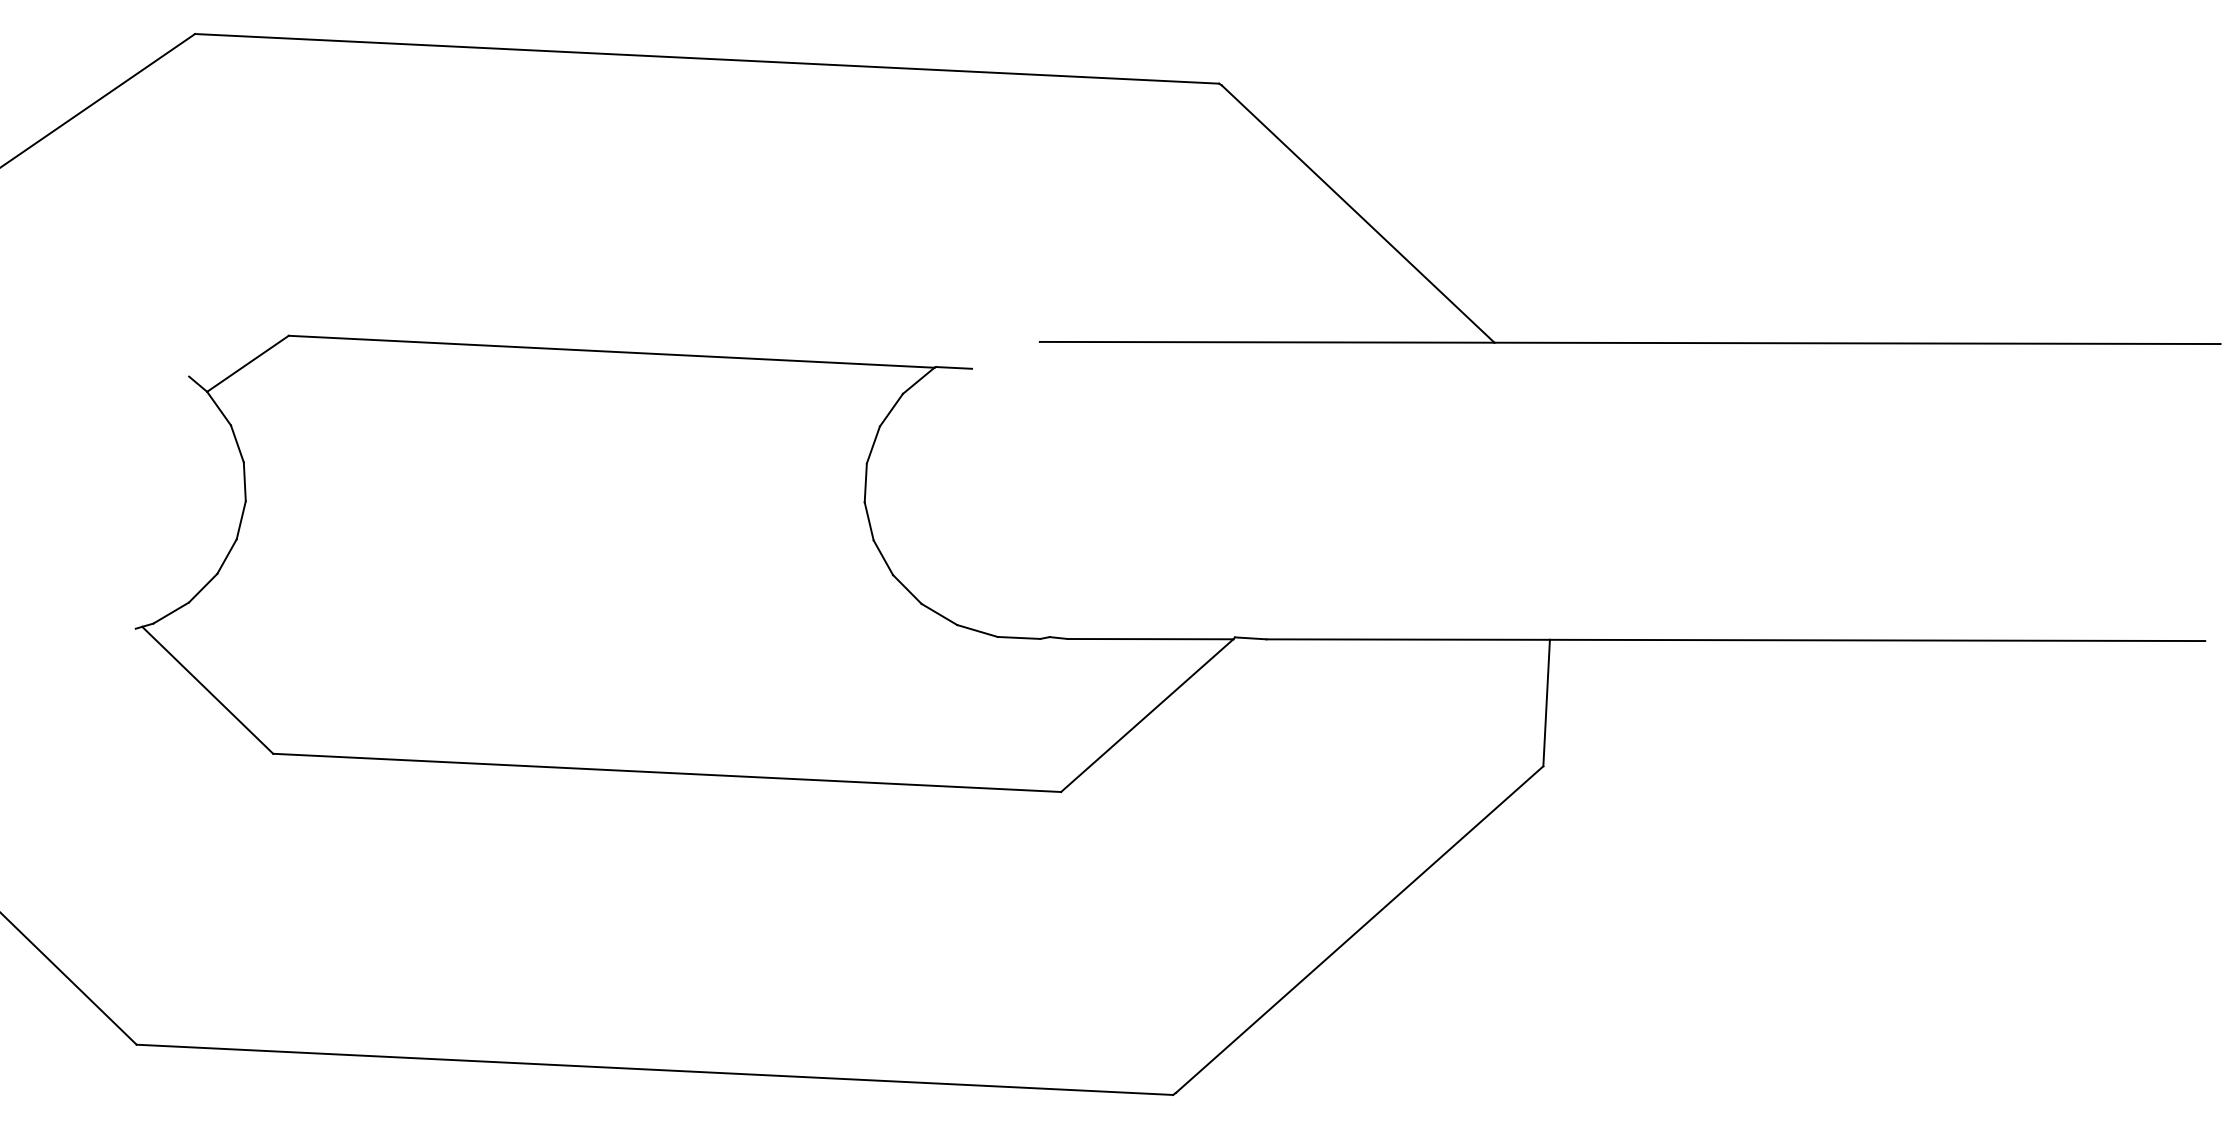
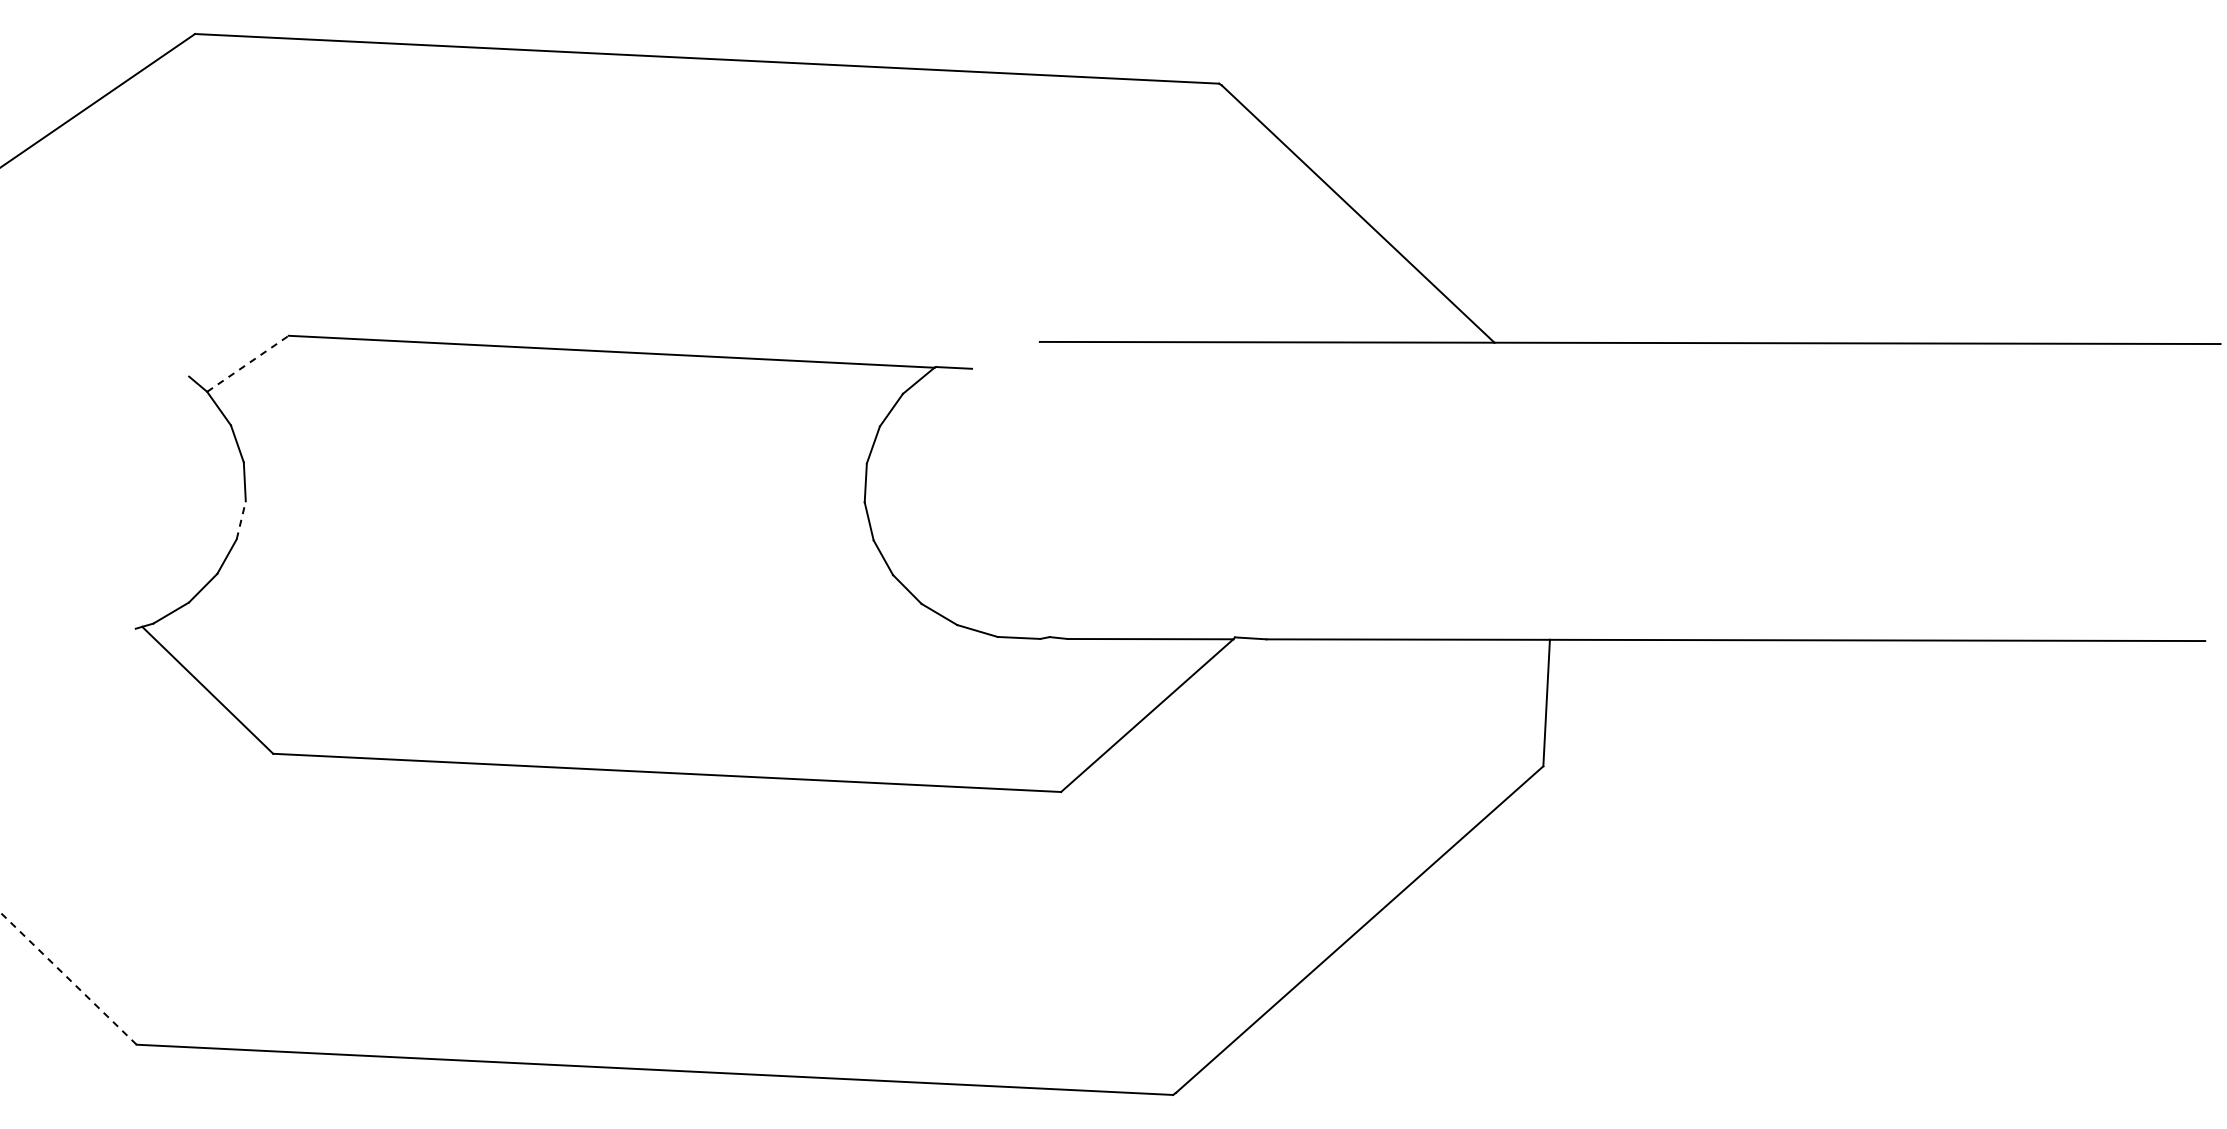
line at (248, 363): solid -> dashed
line at (241, 520): solid -> dashed
line at (68, 978): solid -> dashed
